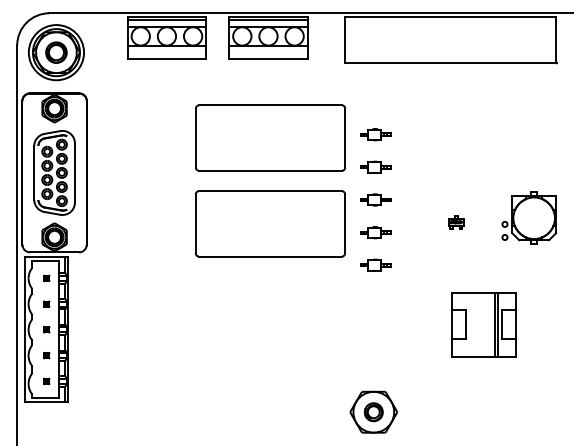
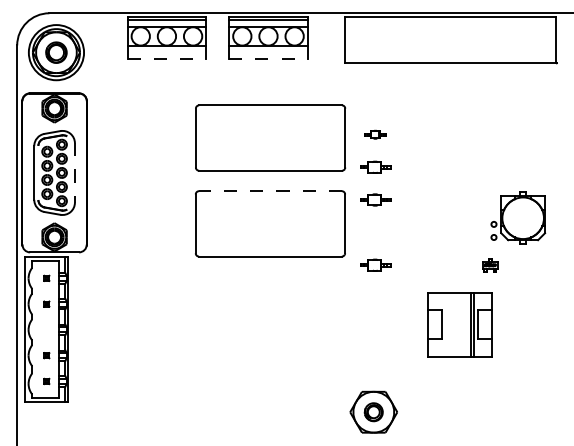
line at (167, 59): solid -> dashed
line at (268, 59): solid -> dashed
part at (375, 134) size: 32x14 px -> 23x11 px
line at (74, 172): solid -> dashed
line at (269, 191): solid -> dashed
part at (529, 217) position: (529, 217) -> (518, 217)
part at (456, 222) position: (456, 222) -> (490, 265)
part at (375, 232): present -> none
part at (483, 324) position: (483, 324) -> (459, 324)
part at (46, 329): present -> none
